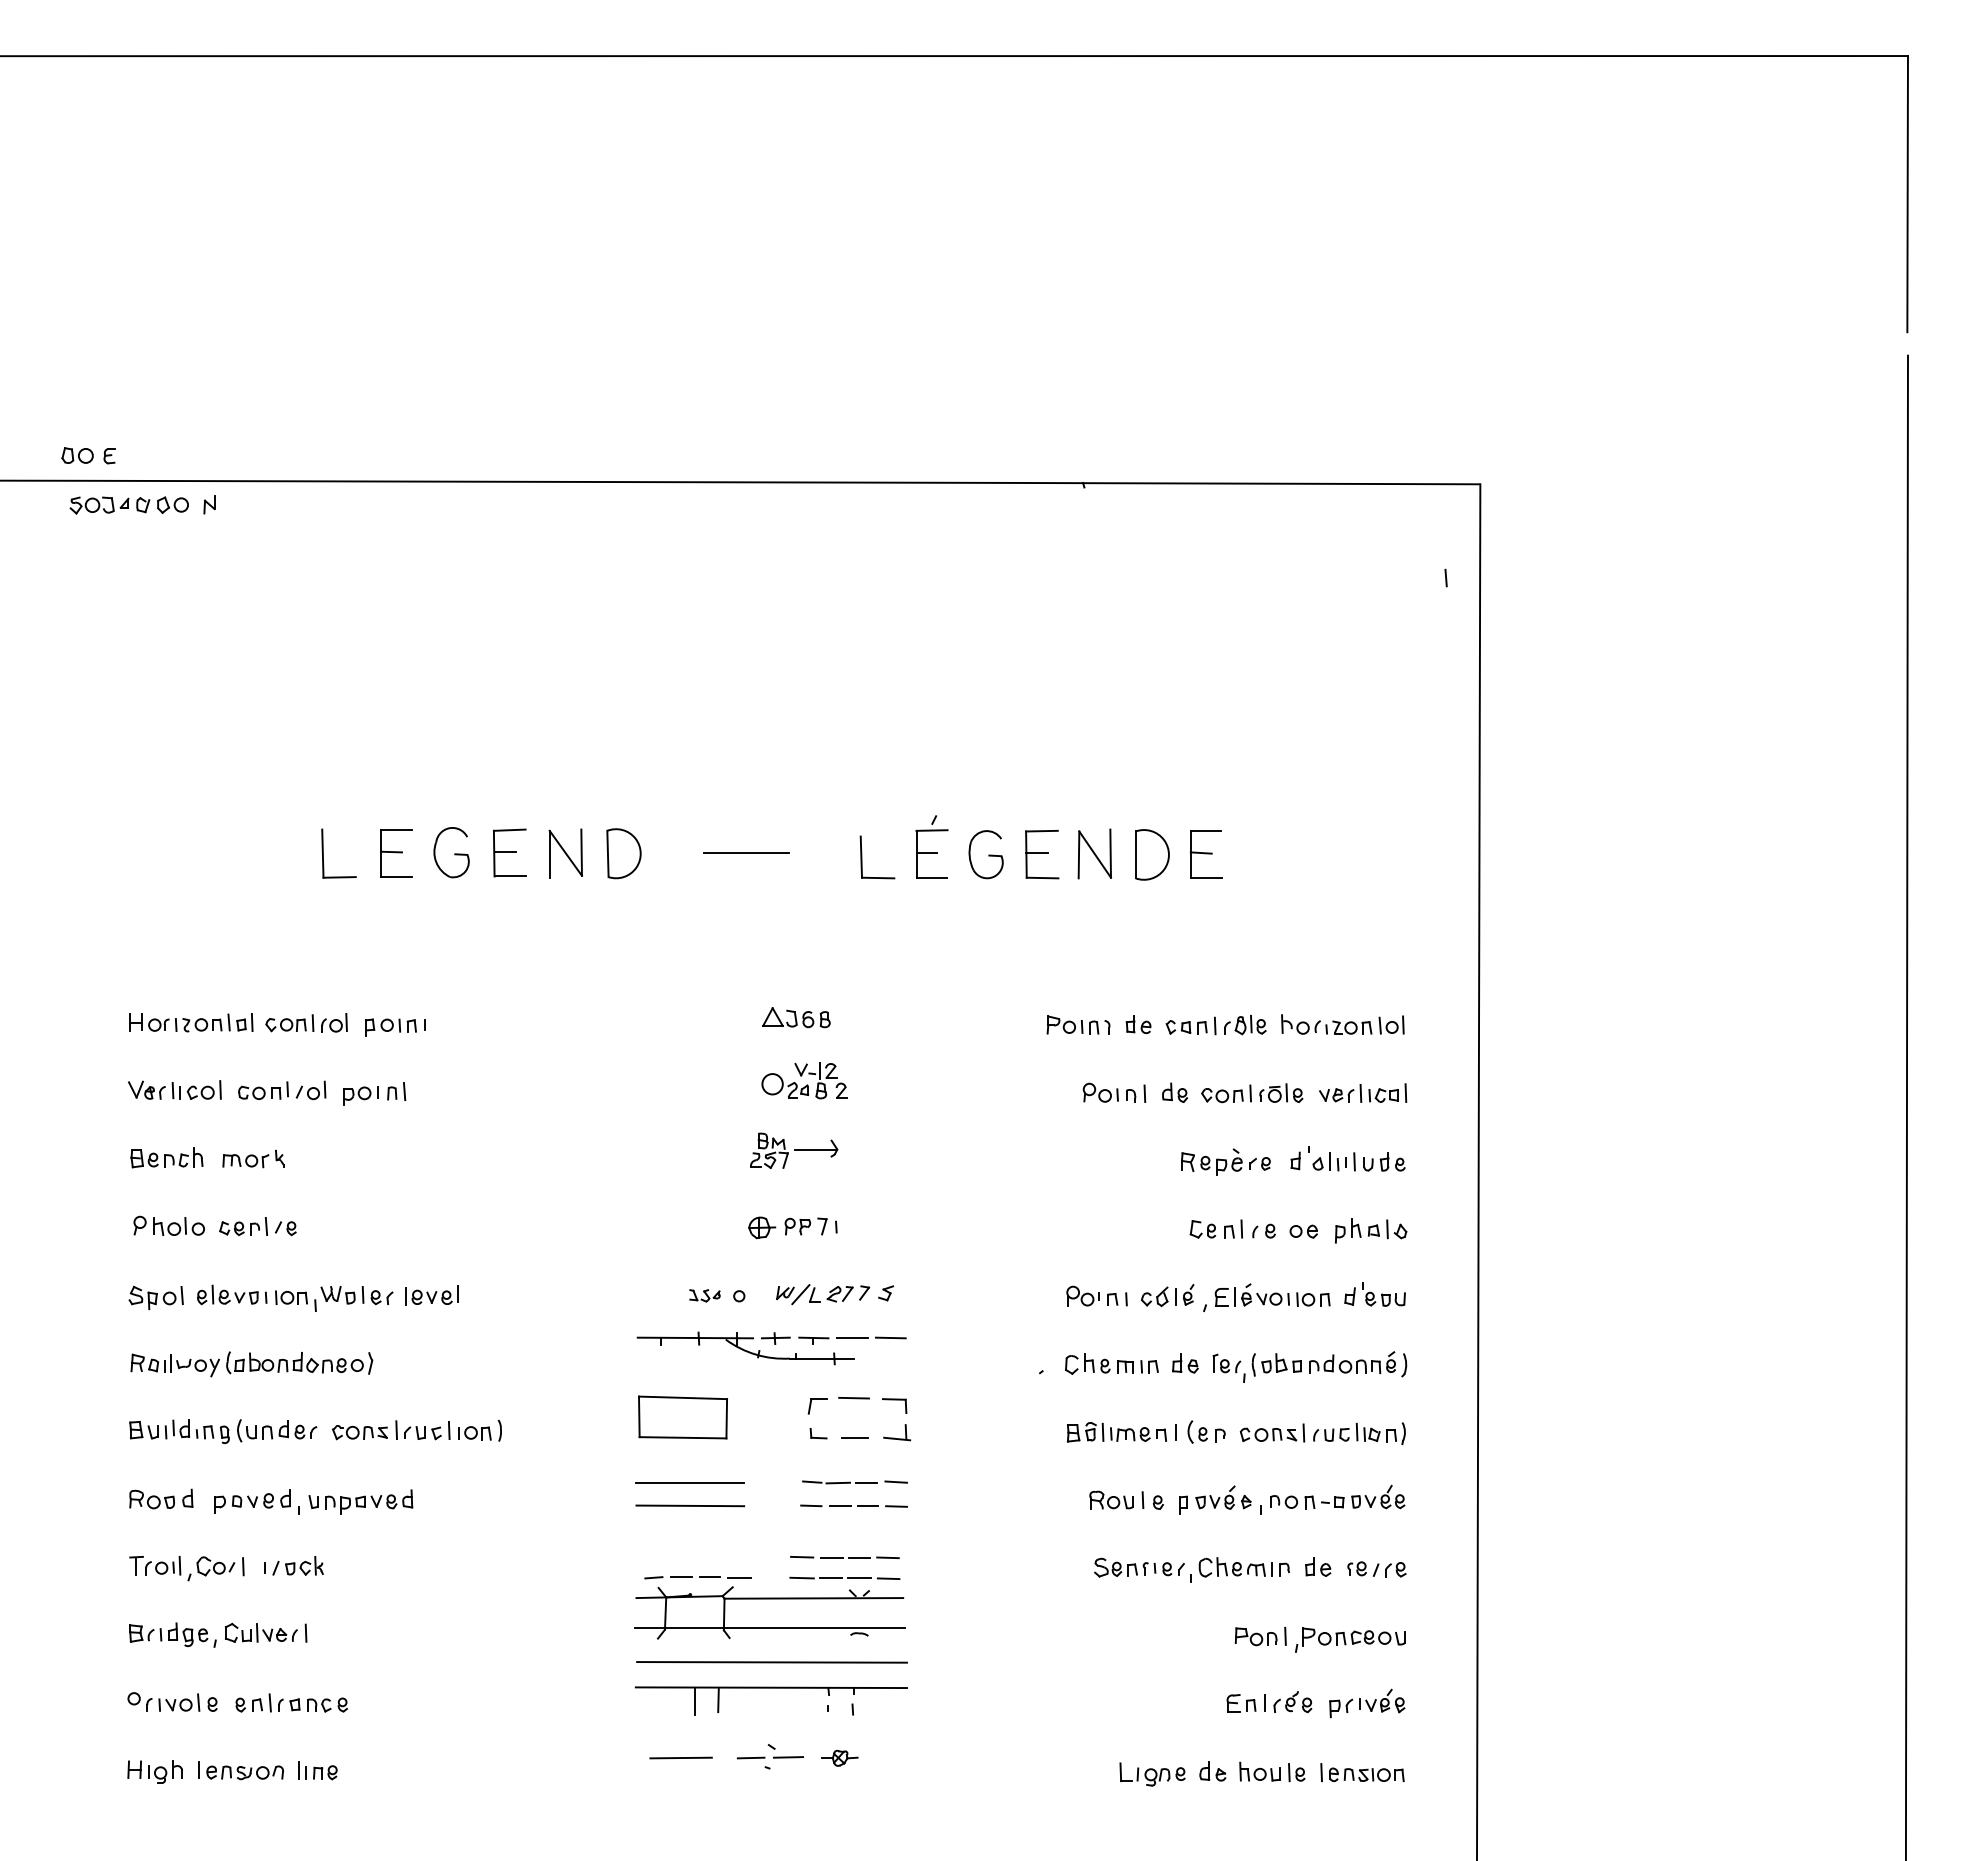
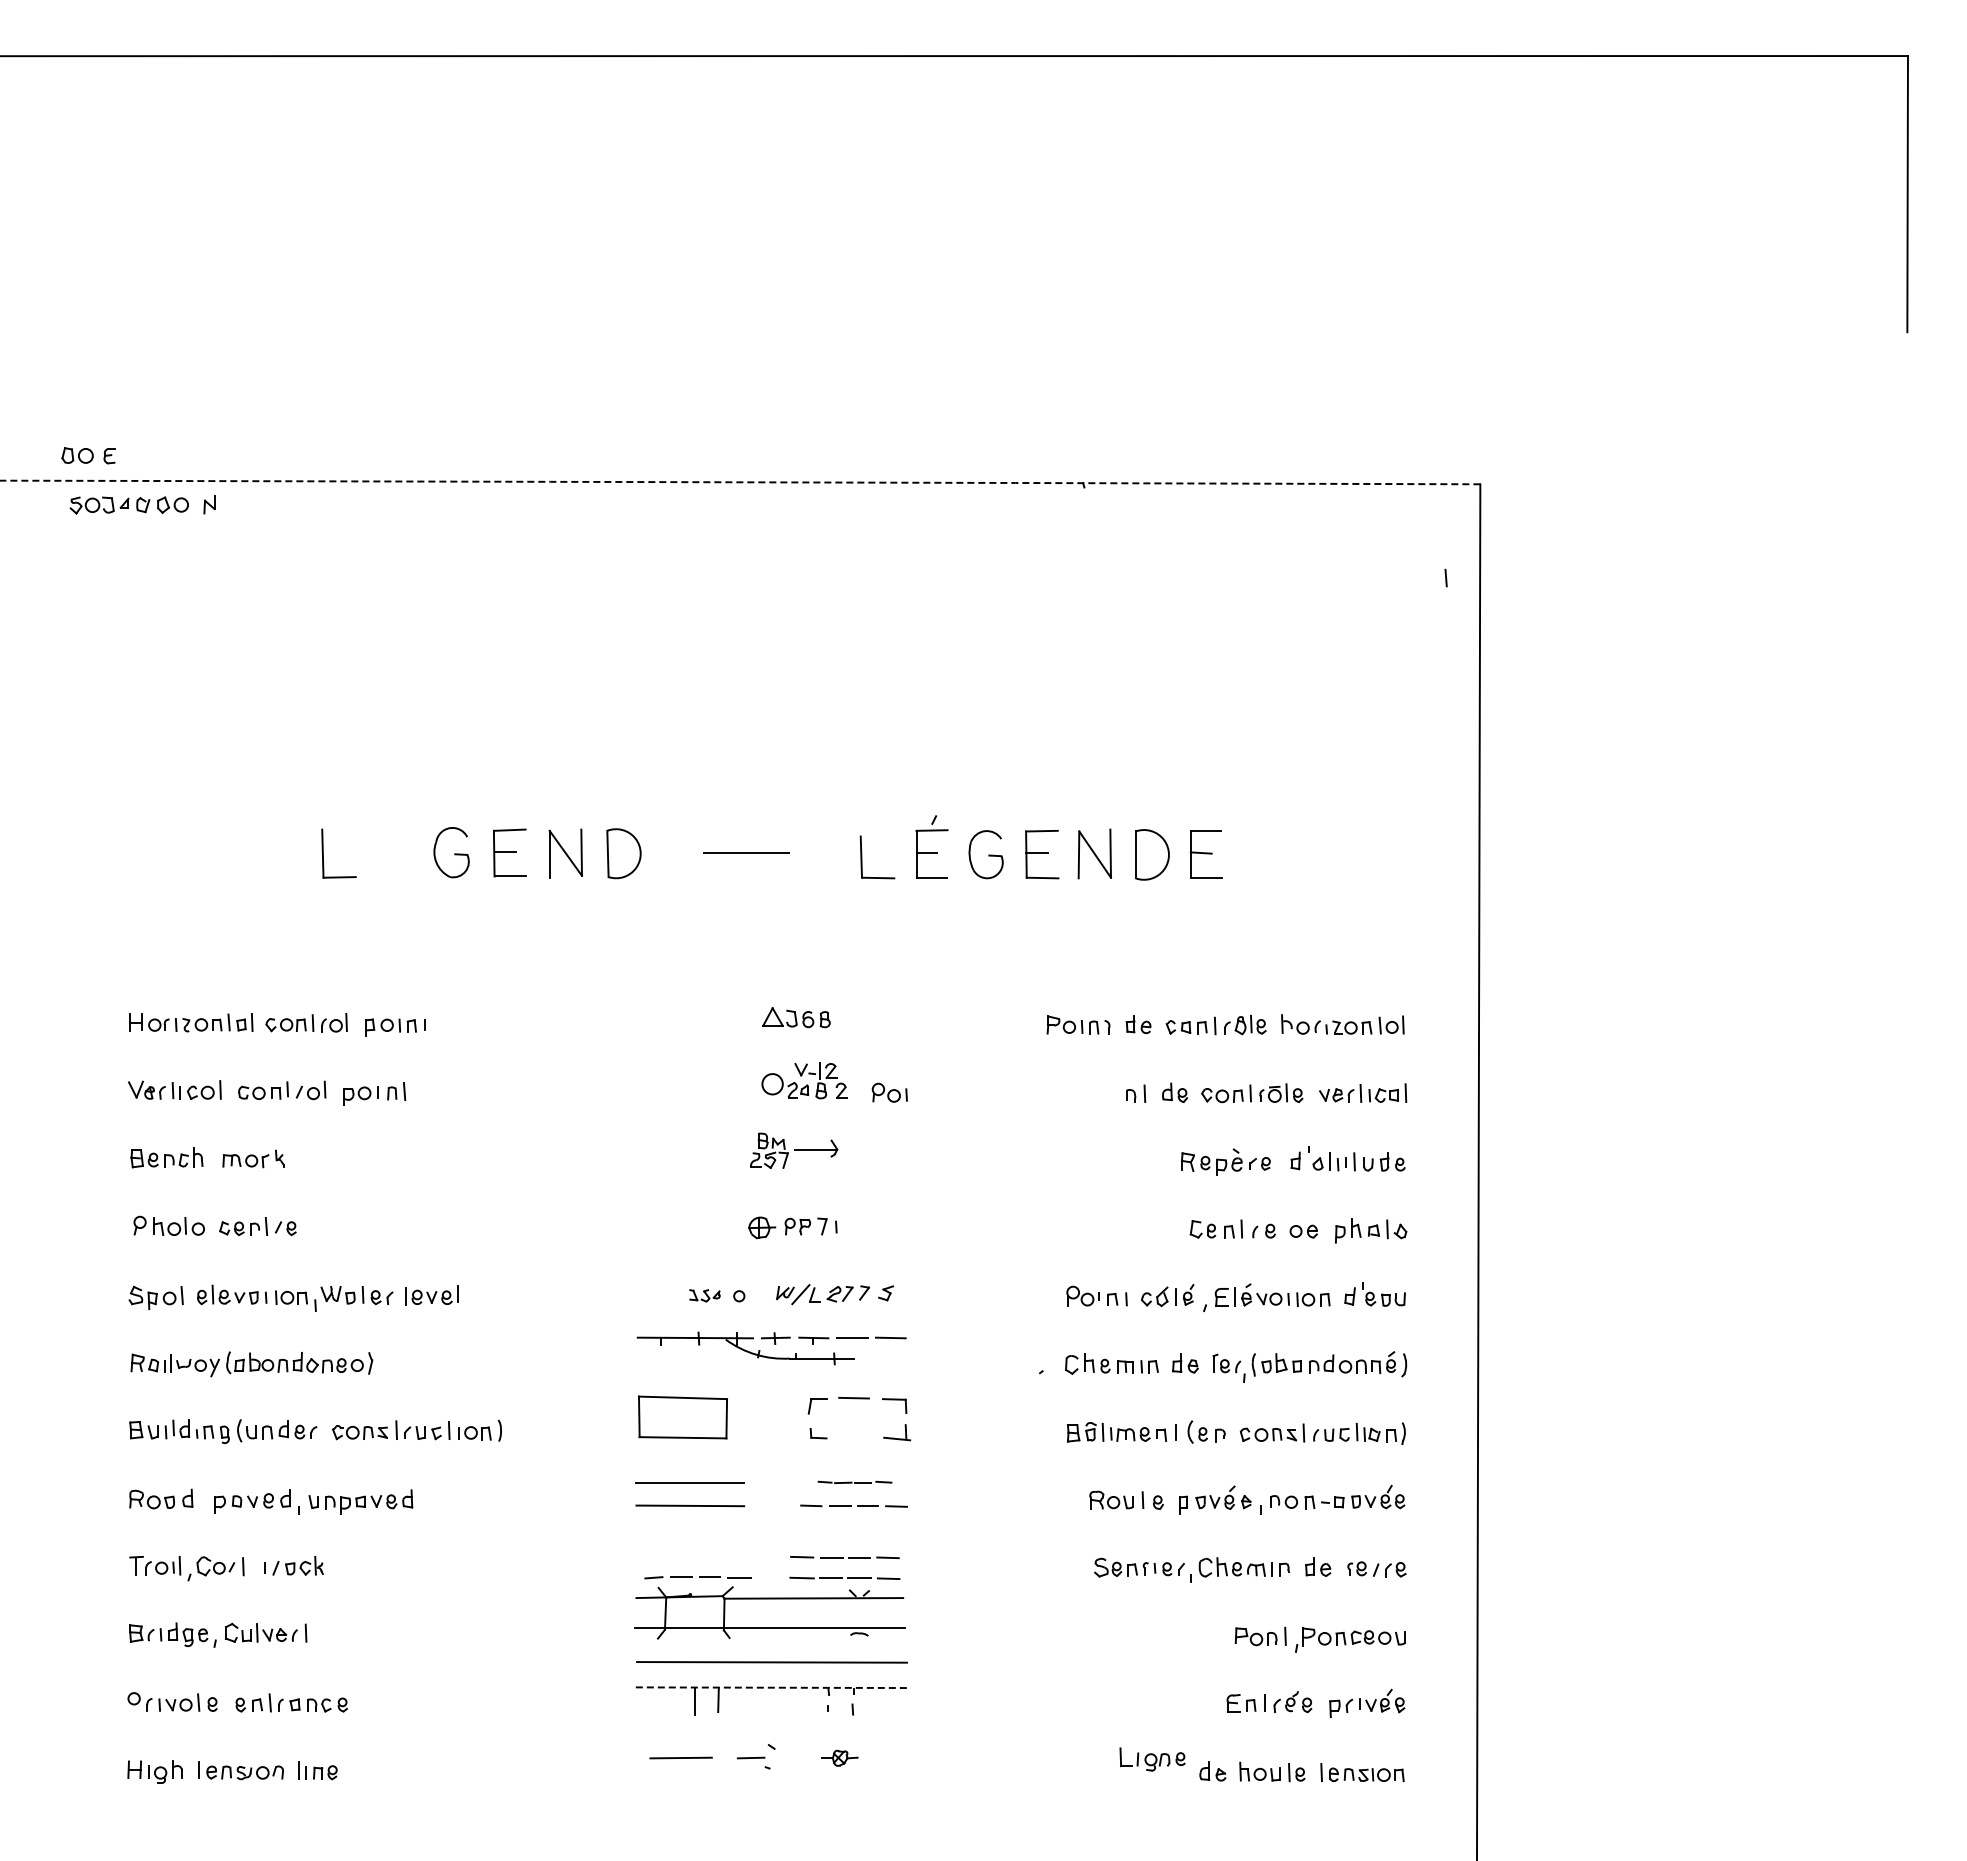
arc at (740, 482): solid -> dashed
part at (396, 853): present -> none
part at (1100, 1092) position: (1100, 1092) -> (889, 1092)
line at (1906, 1106): present -> none
line at (854, 1438): present -> none
part at (854, 1482) size: 106x5 px -> 76x4 px
line at (771, 1687): solid -> dashed
line at (788, 1757): present -> none
part at (1152, 1774) position: (1152, 1774) -> (1152, 1759)
